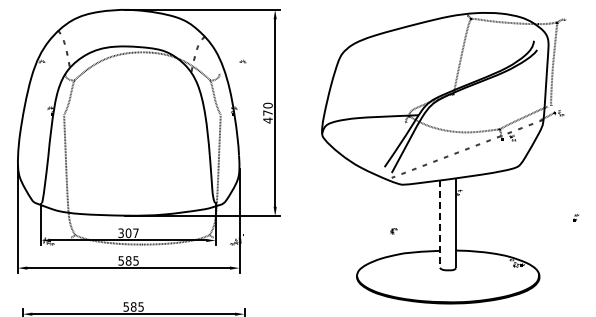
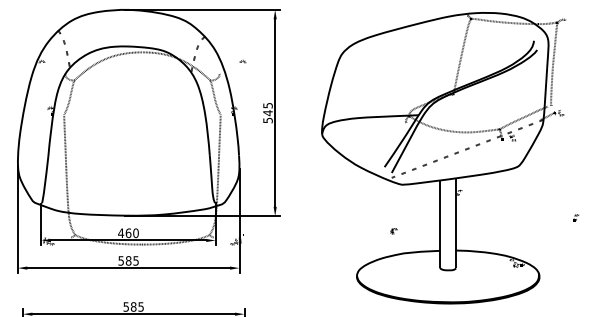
text at (267, 112): 470 -> 545
line at (440, 224): dashed -> solid
text at (128, 233): 307 -> 460
